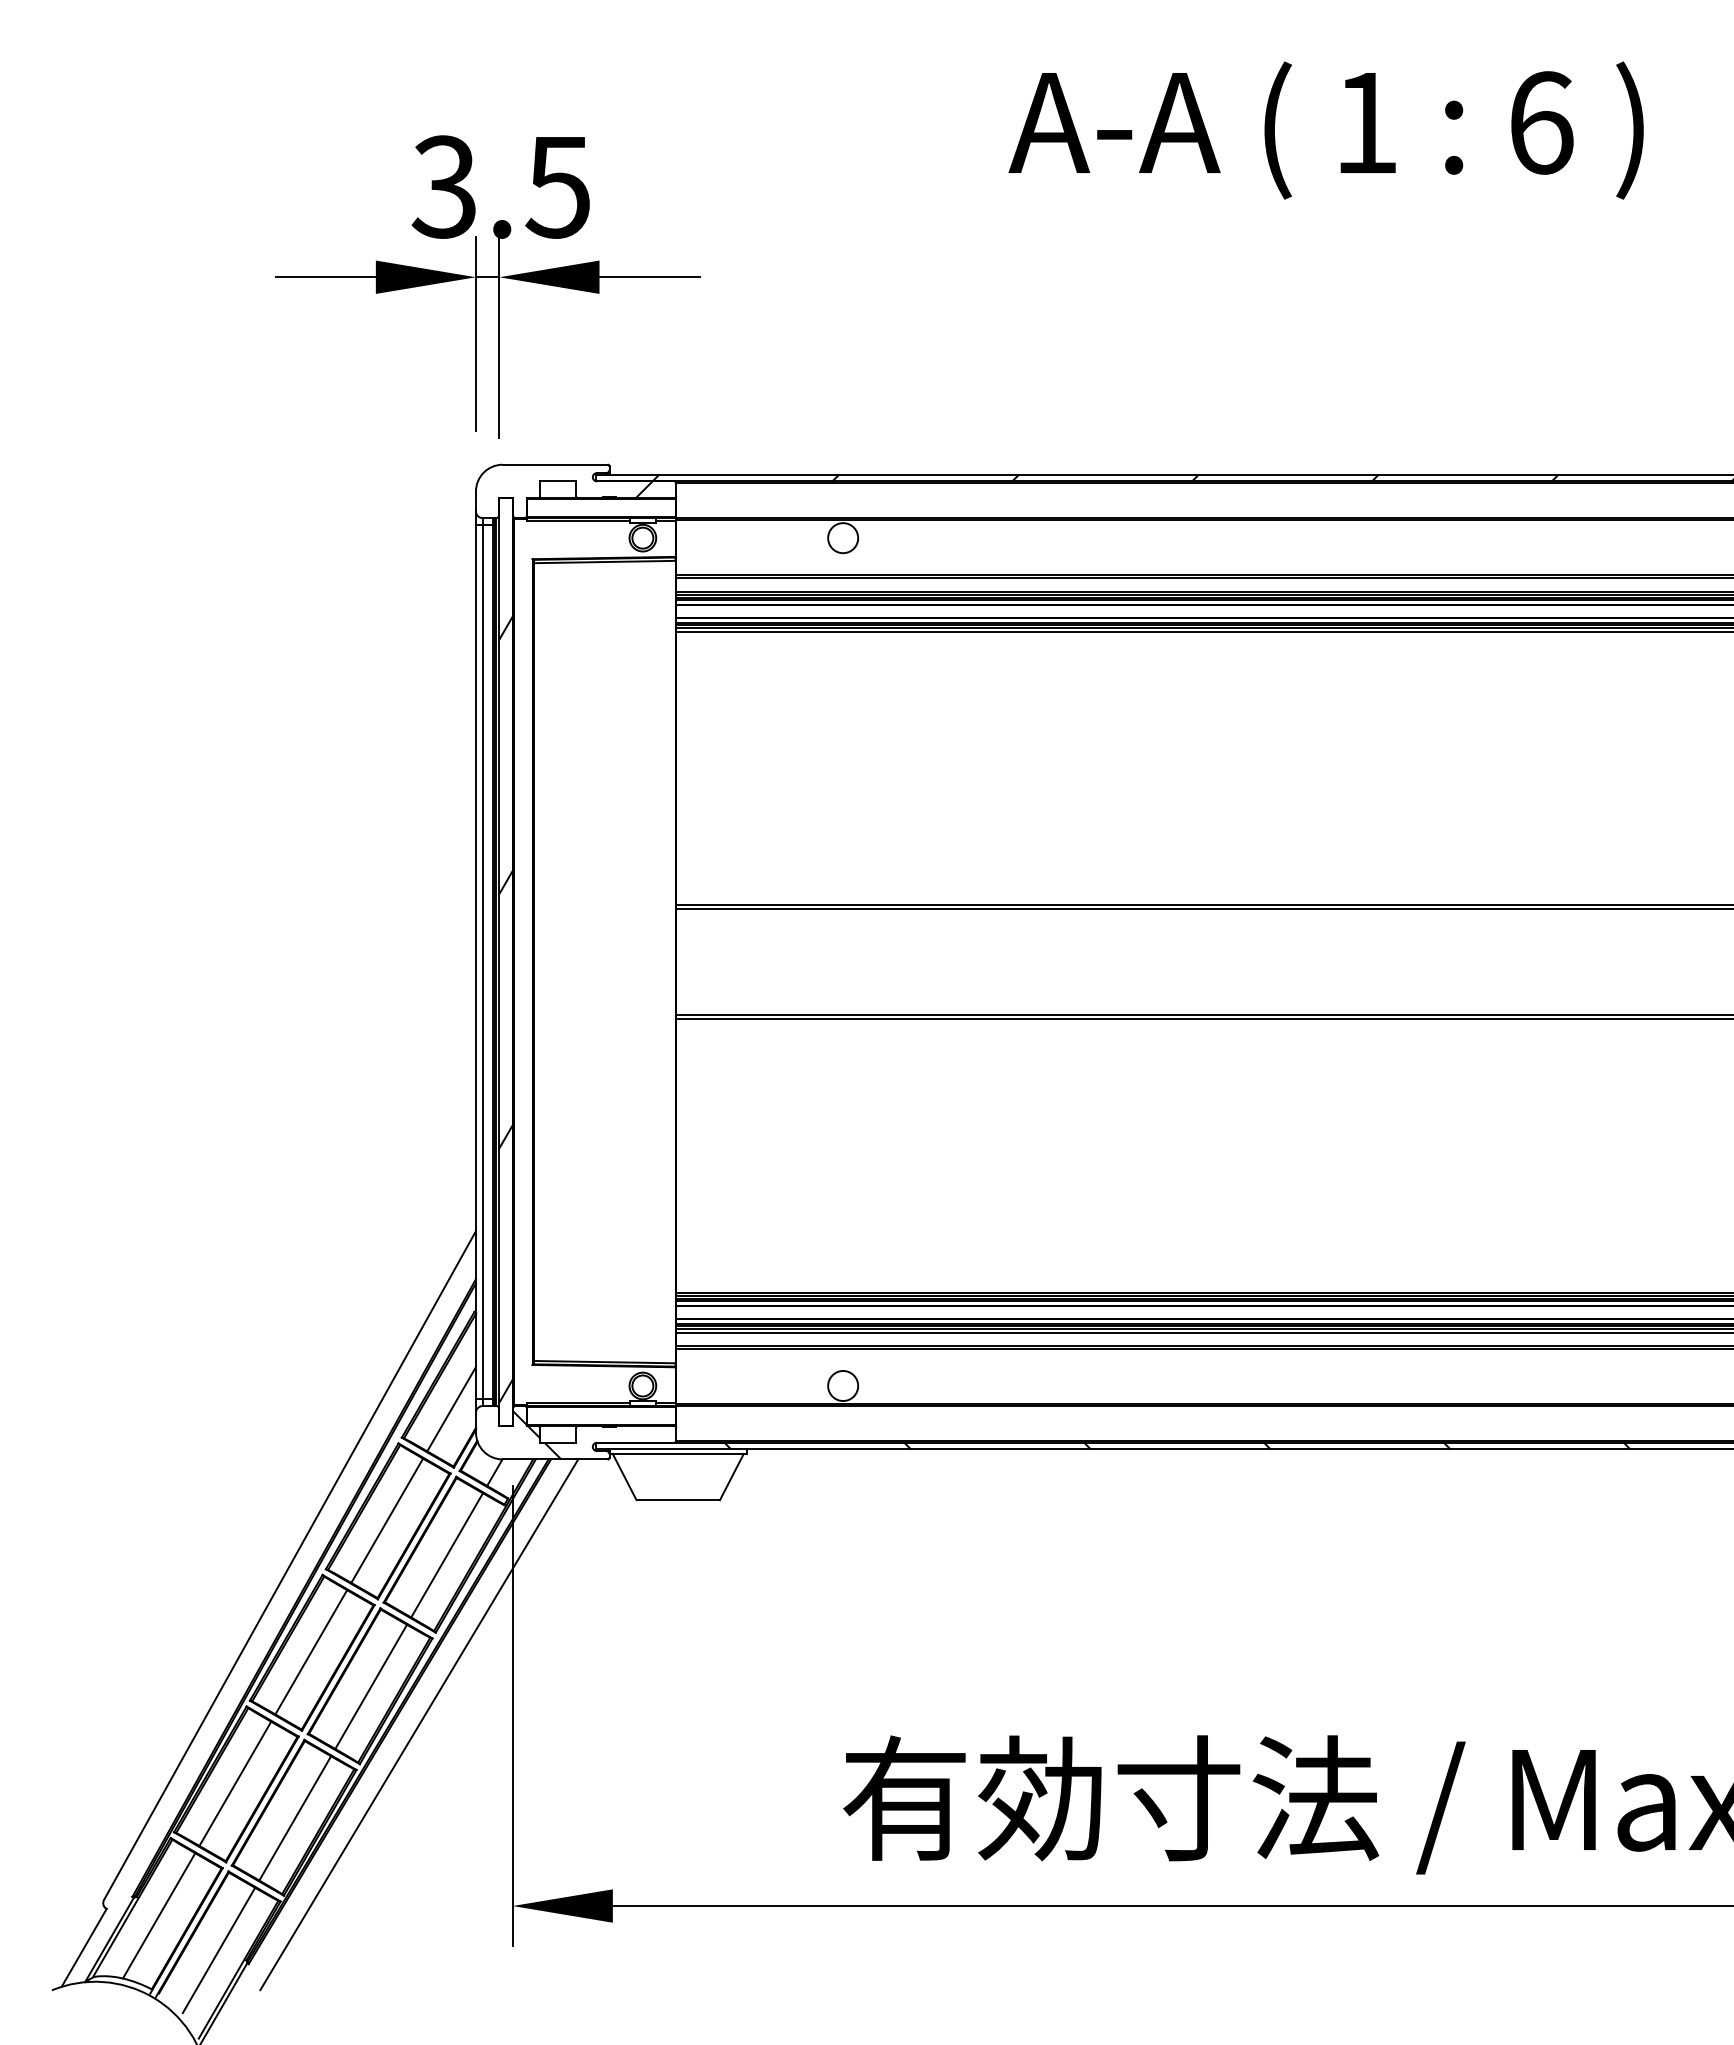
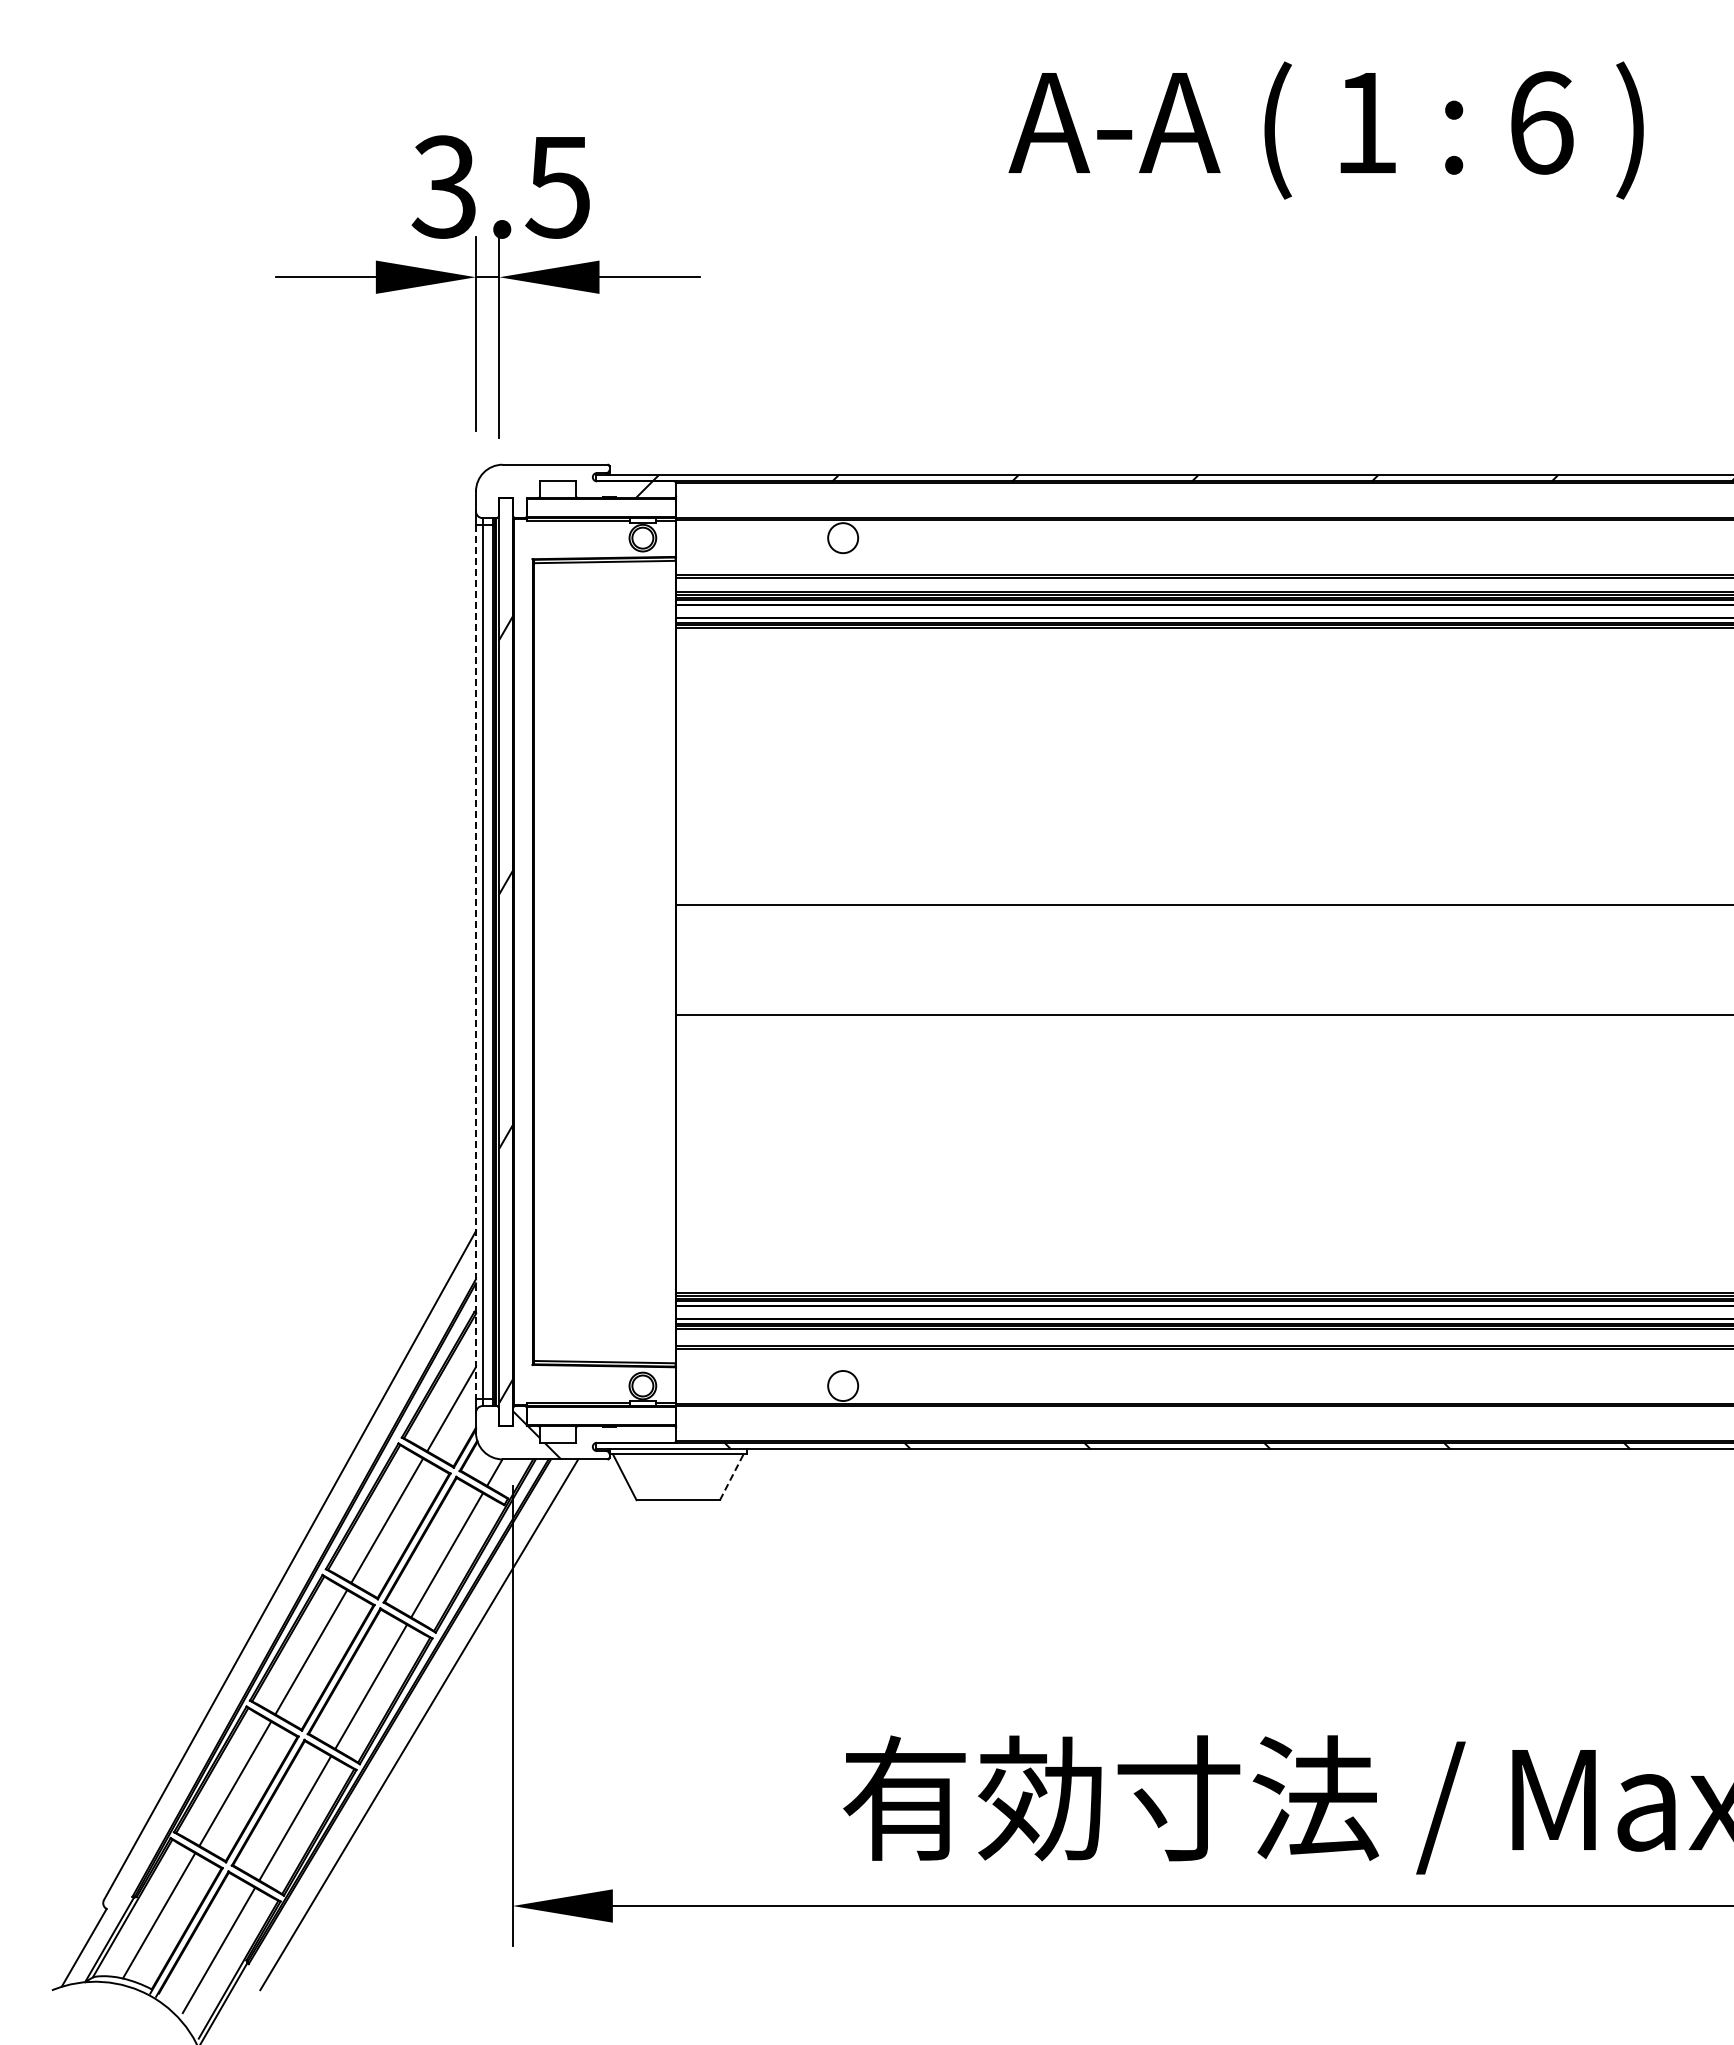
line at (1203, 631): present -> none
line at (1203, 908): present -> none
line at (476, 962): solid -> dashed
line at (1203, 1018): present -> none
line at (1203, 1332): present -> none
line at (731, 1477): solid -> dashed
